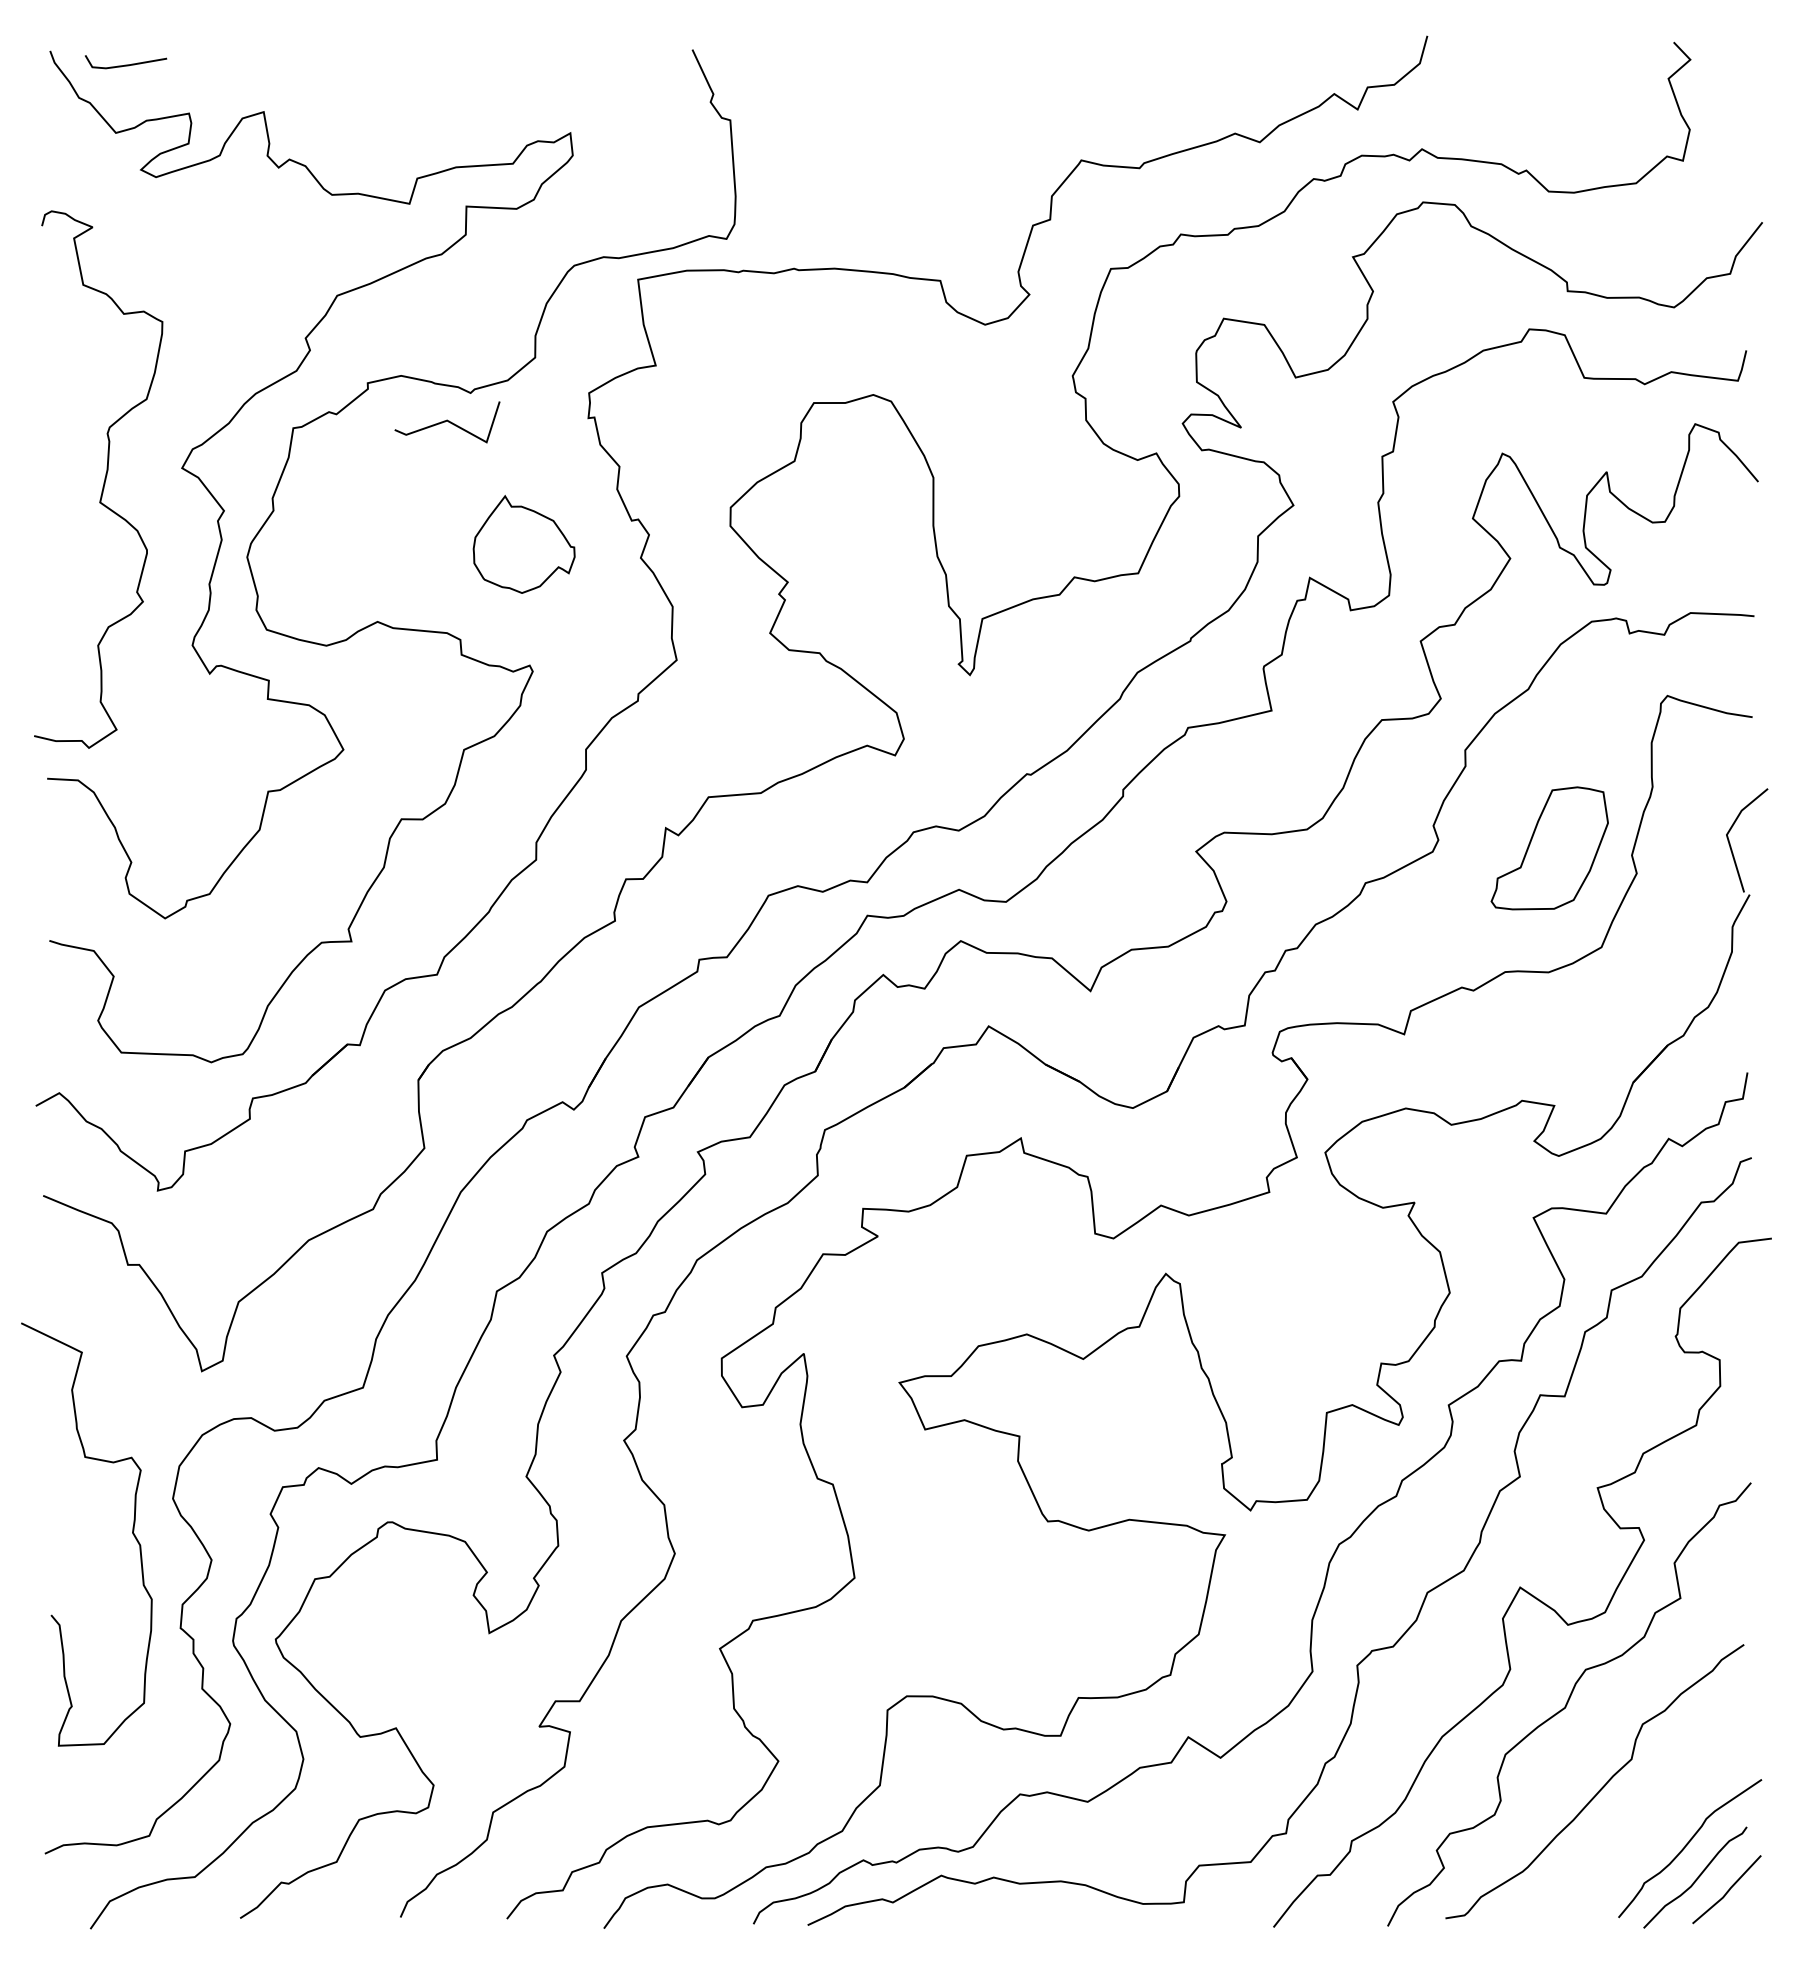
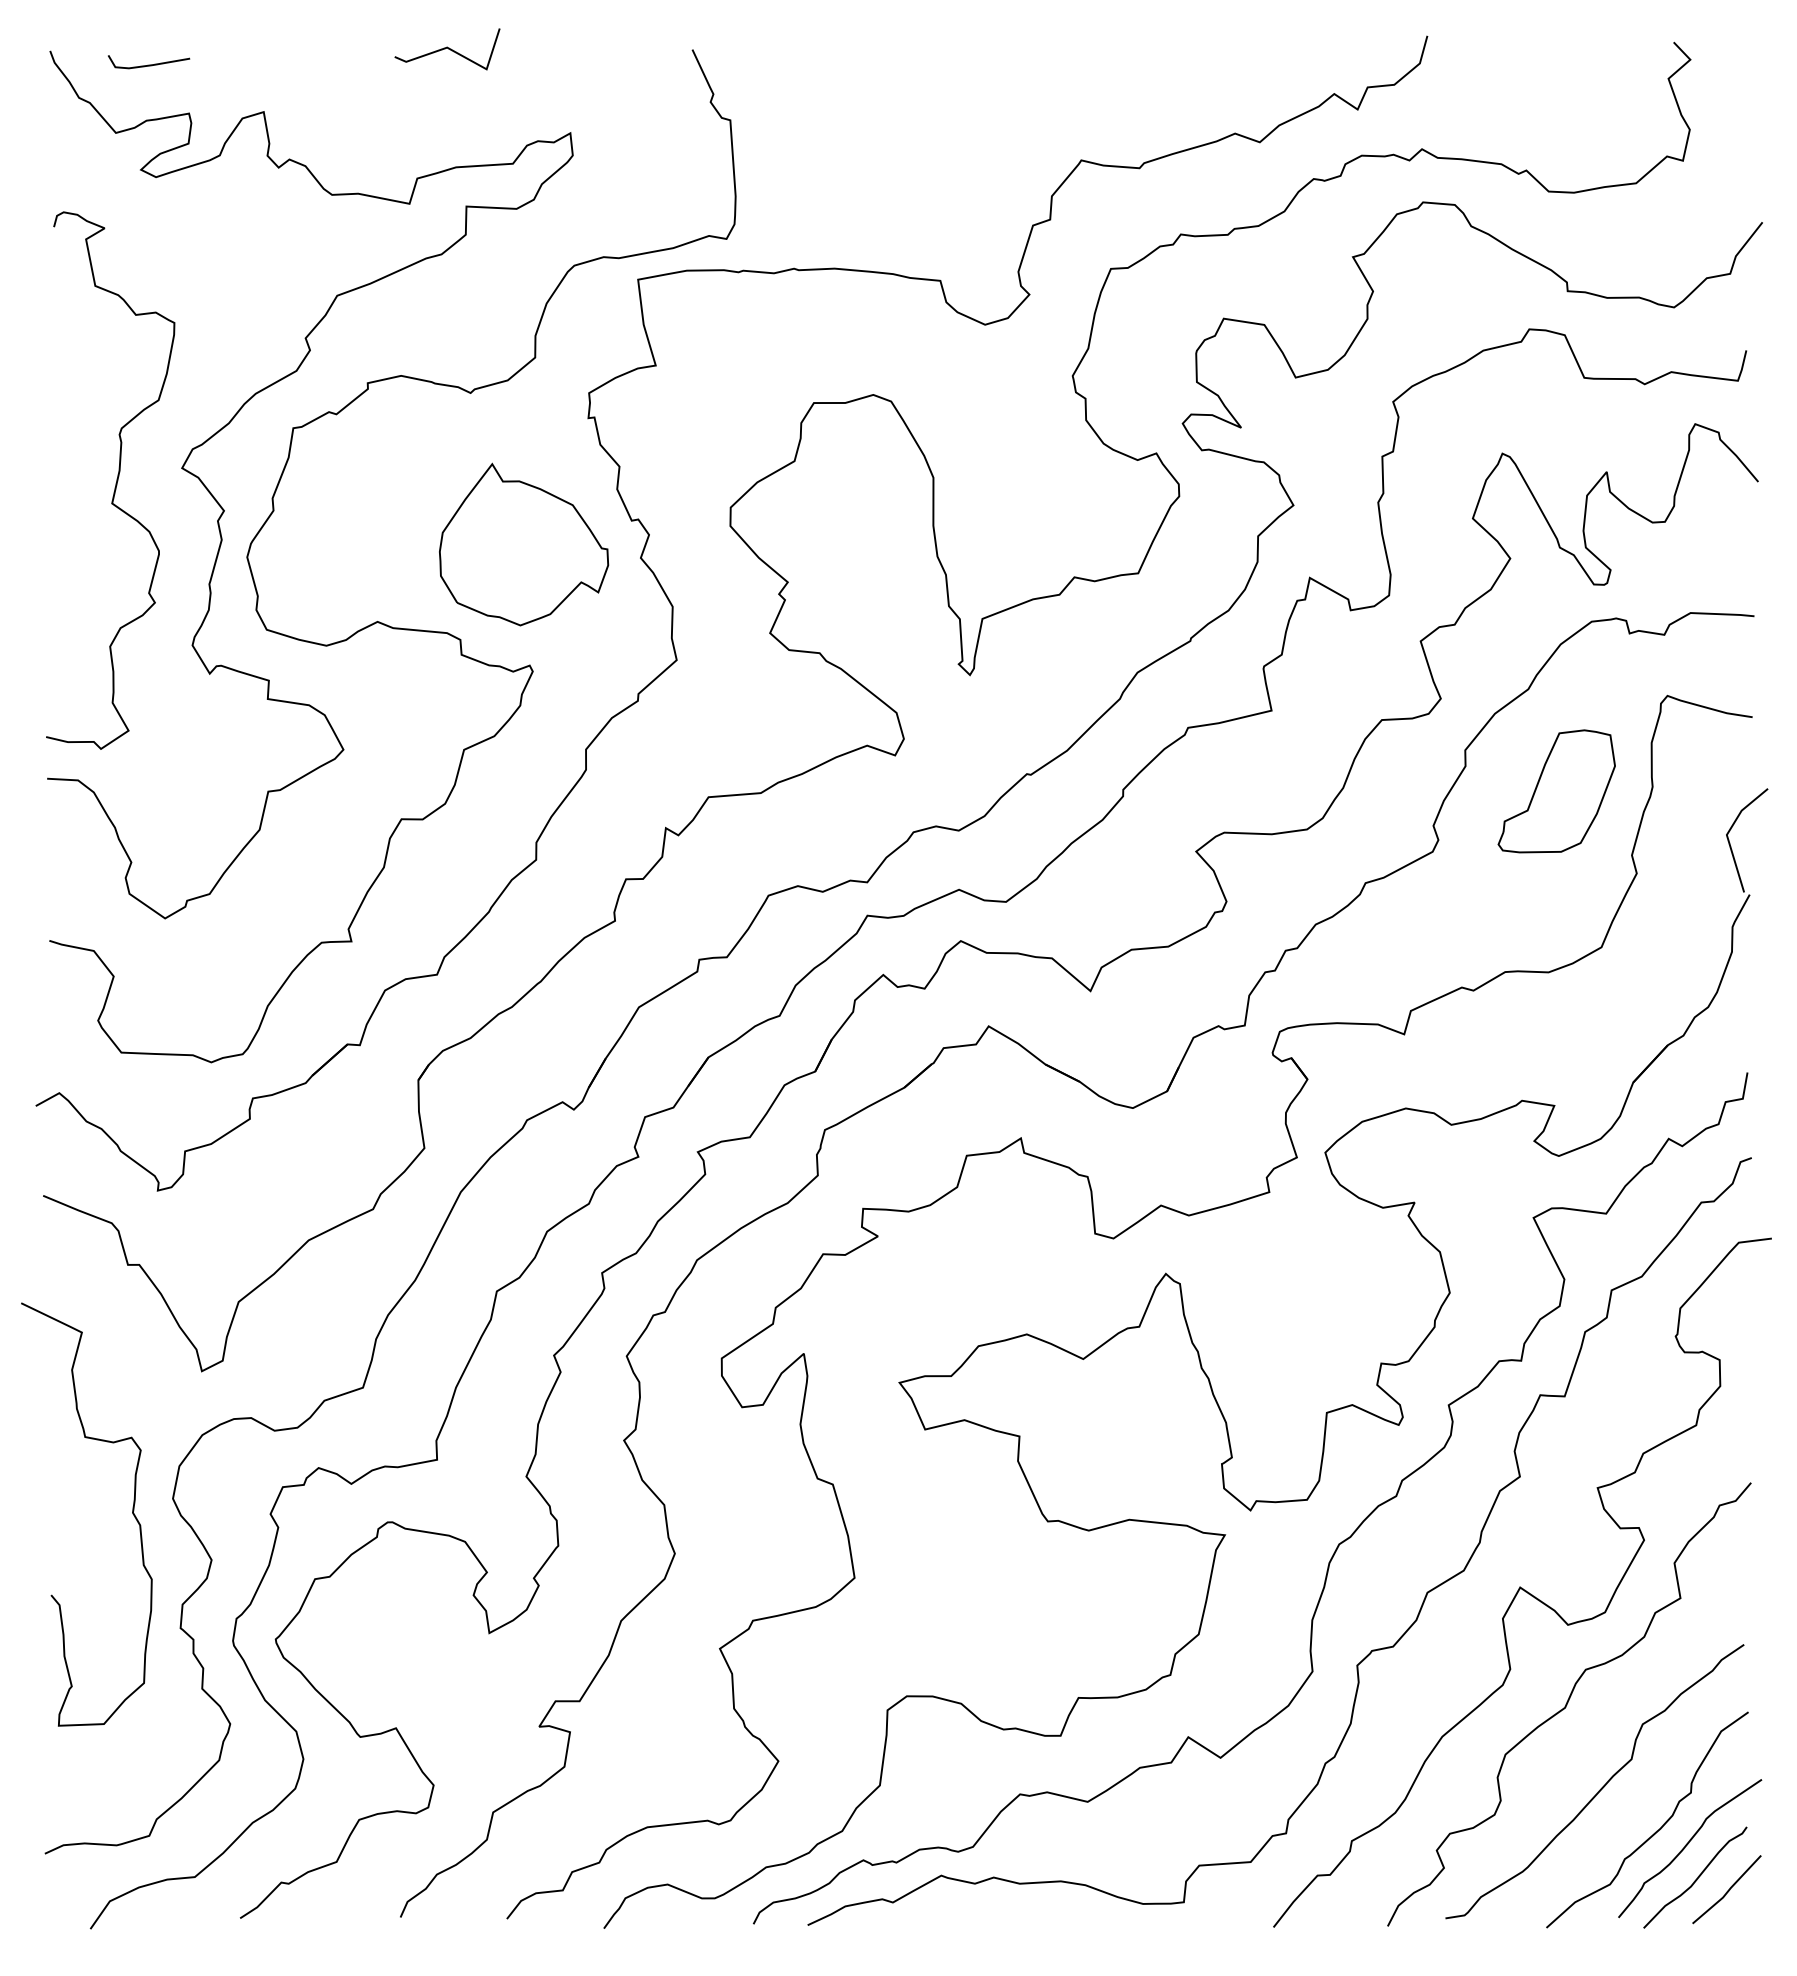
line at (126, 64) position: (126, 64) -> (149, 64)
line at (447, 421) position: (447, 421) -> (447, 48)
curve at (103, 482) position: (103, 482) -> (115, 483)
part at (523, 544) size: 104x99 px -> 171x165 px
part at (1549, 848) position: (1549, 848) -> (1556, 791)
curve at (132, 1534) position: (132, 1534) -> (132, 1514)
curve at (1656, 1830): none -> present
